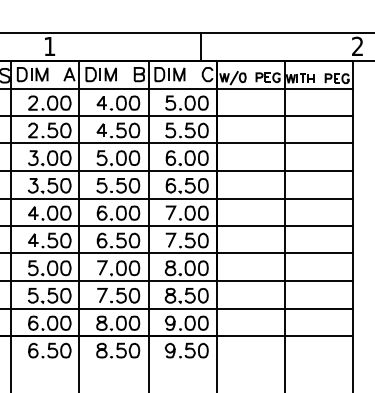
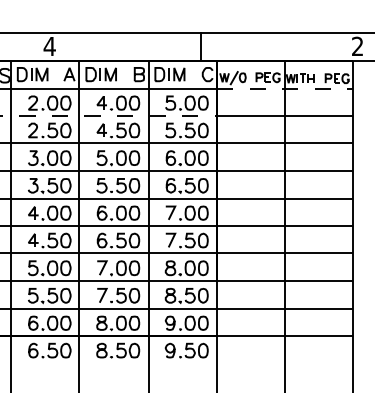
text at (49, 46): 1 -> 4
line at (284, 88): solid -> dashed
line at (109, 116): solid -> dashed
